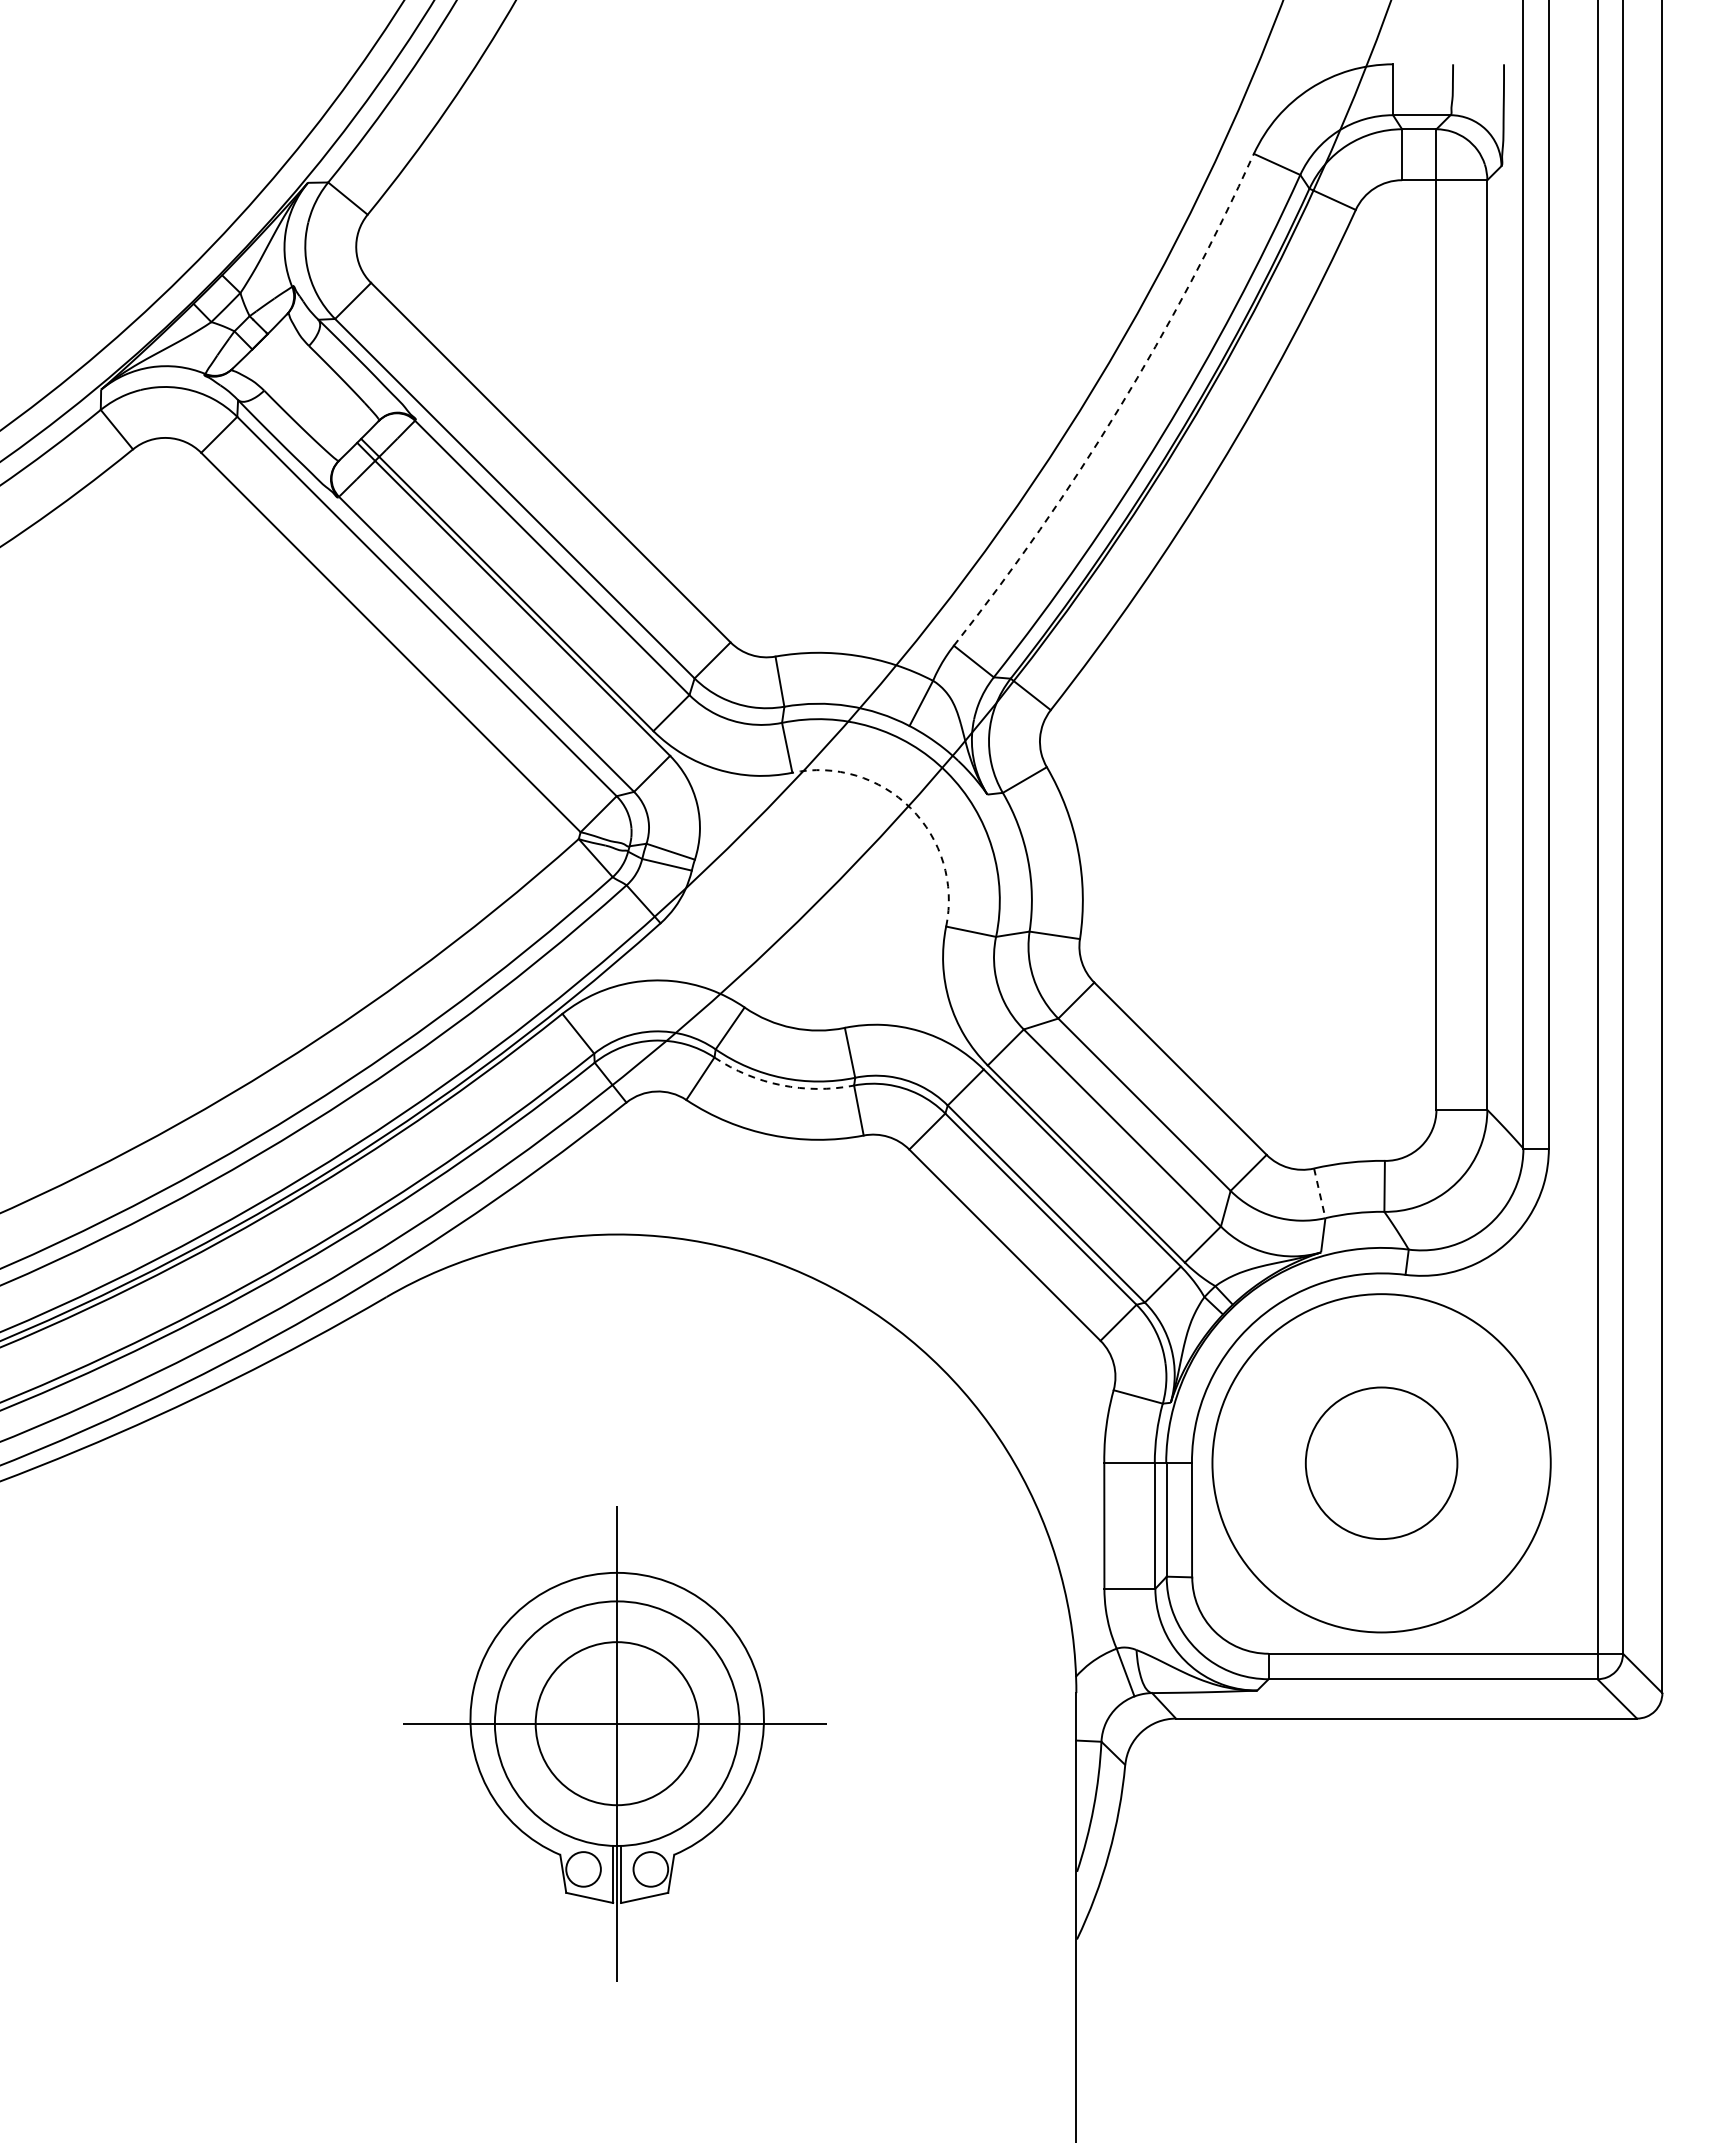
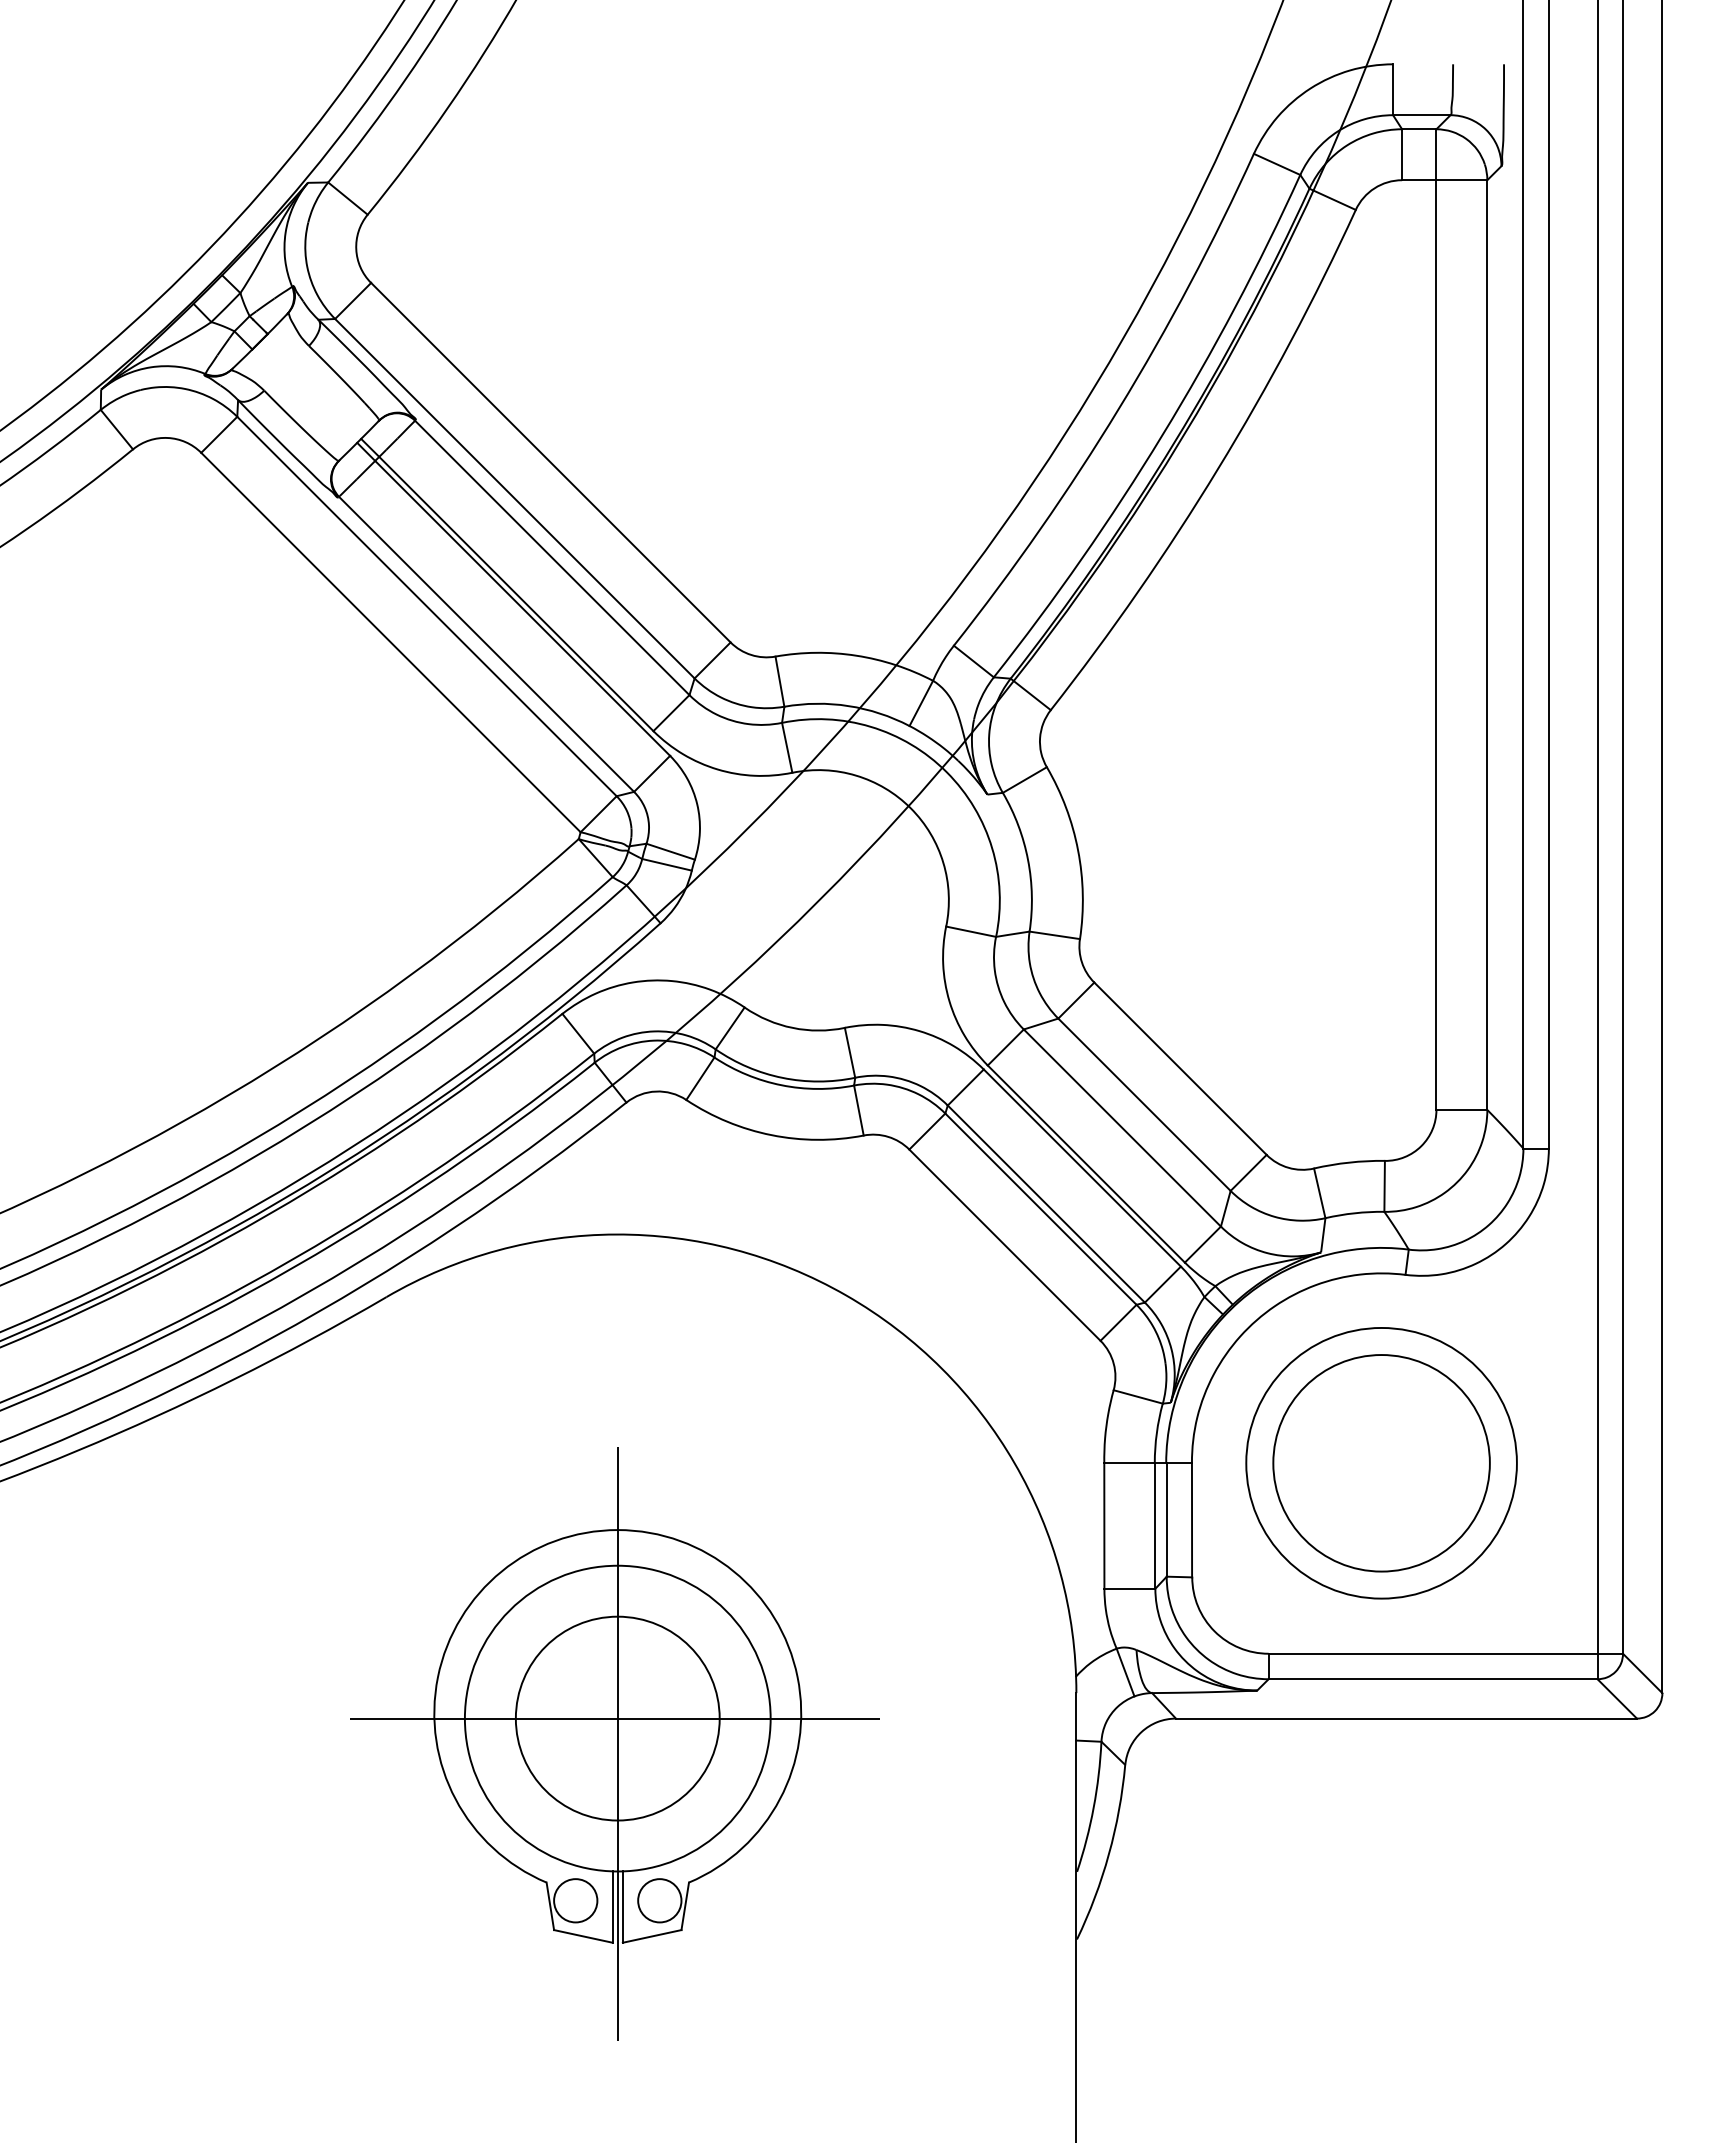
arc at (1118, 408): dashed -> solid
arc at (910, 808): dashed -> solid
arc at (781, 1085): dashed -> solid
line at (1319, 1193): dashed -> solid
circle at (1381, 1463) diameter: 152 px -> 217 px
circle at (1381, 1463) diameter: 338 px -> 271 px
part at (614, 1743) size: 424x476 px -> 530x594 px
